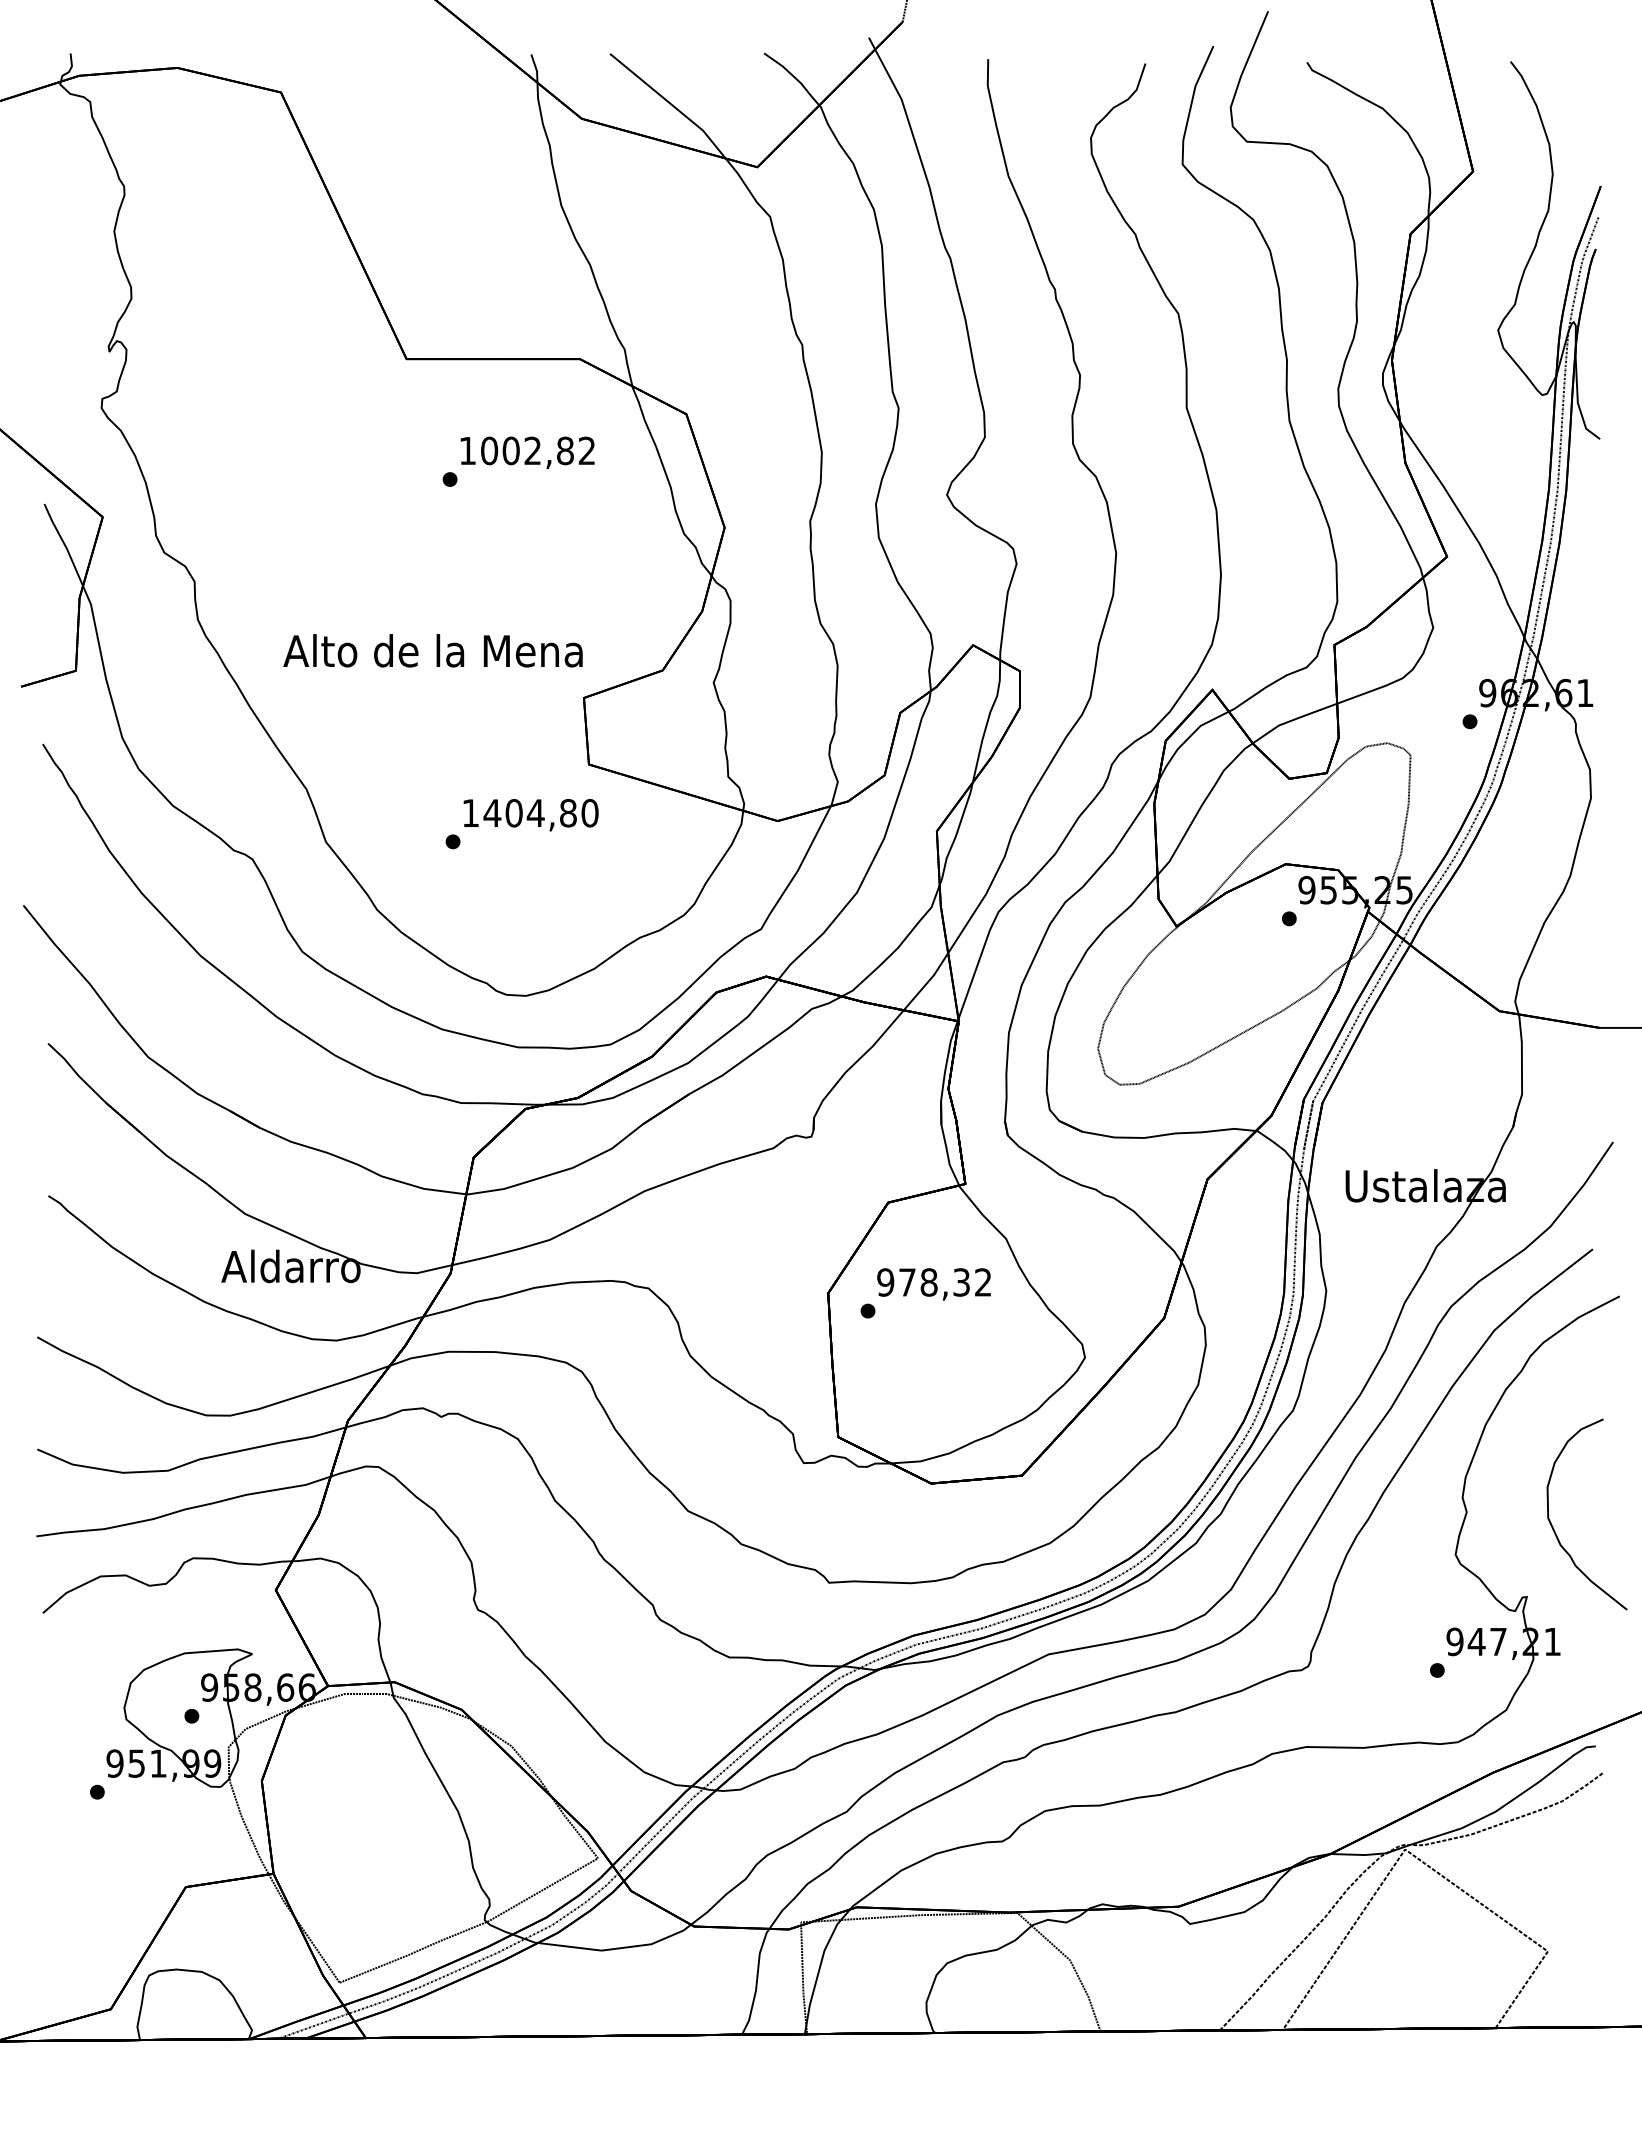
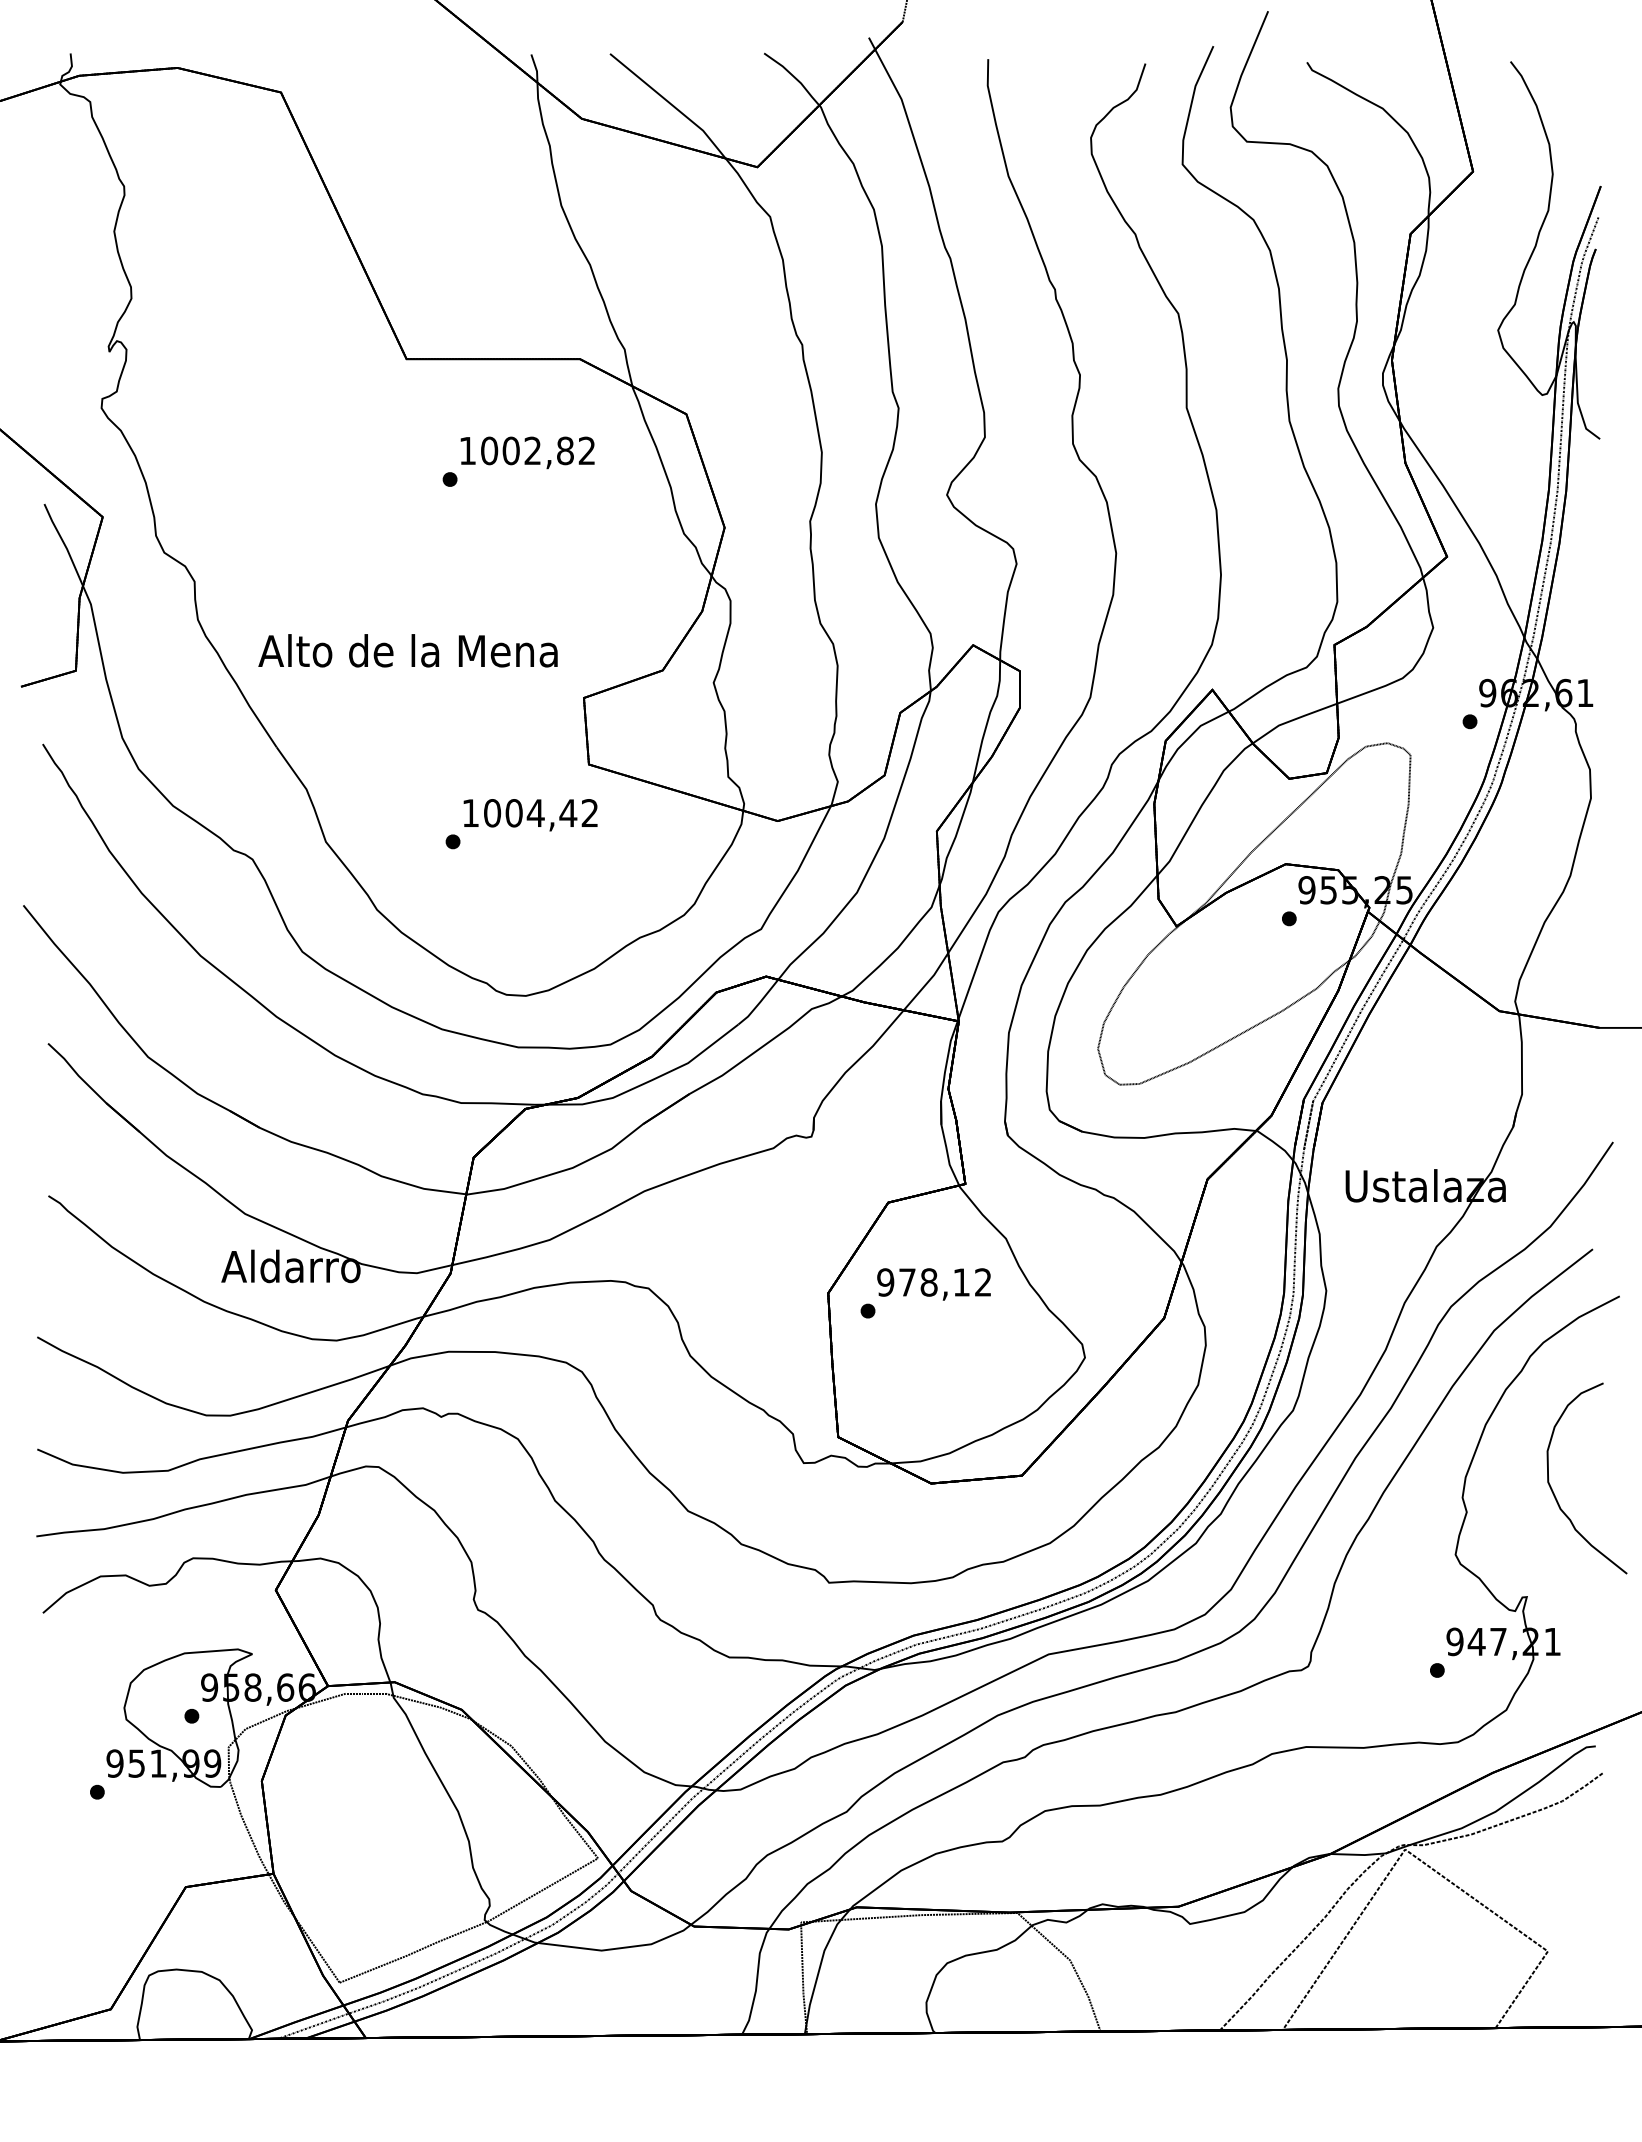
text at (432, 650) position: (432, 650) -> (407, 650)
text at (540, 813): 1404,80 -> 1004,42
text at (961, 1282): 978,32 -> 978,12
curve at (1553, 1526) position: (1553, 1526) -> (1553, 1490)
